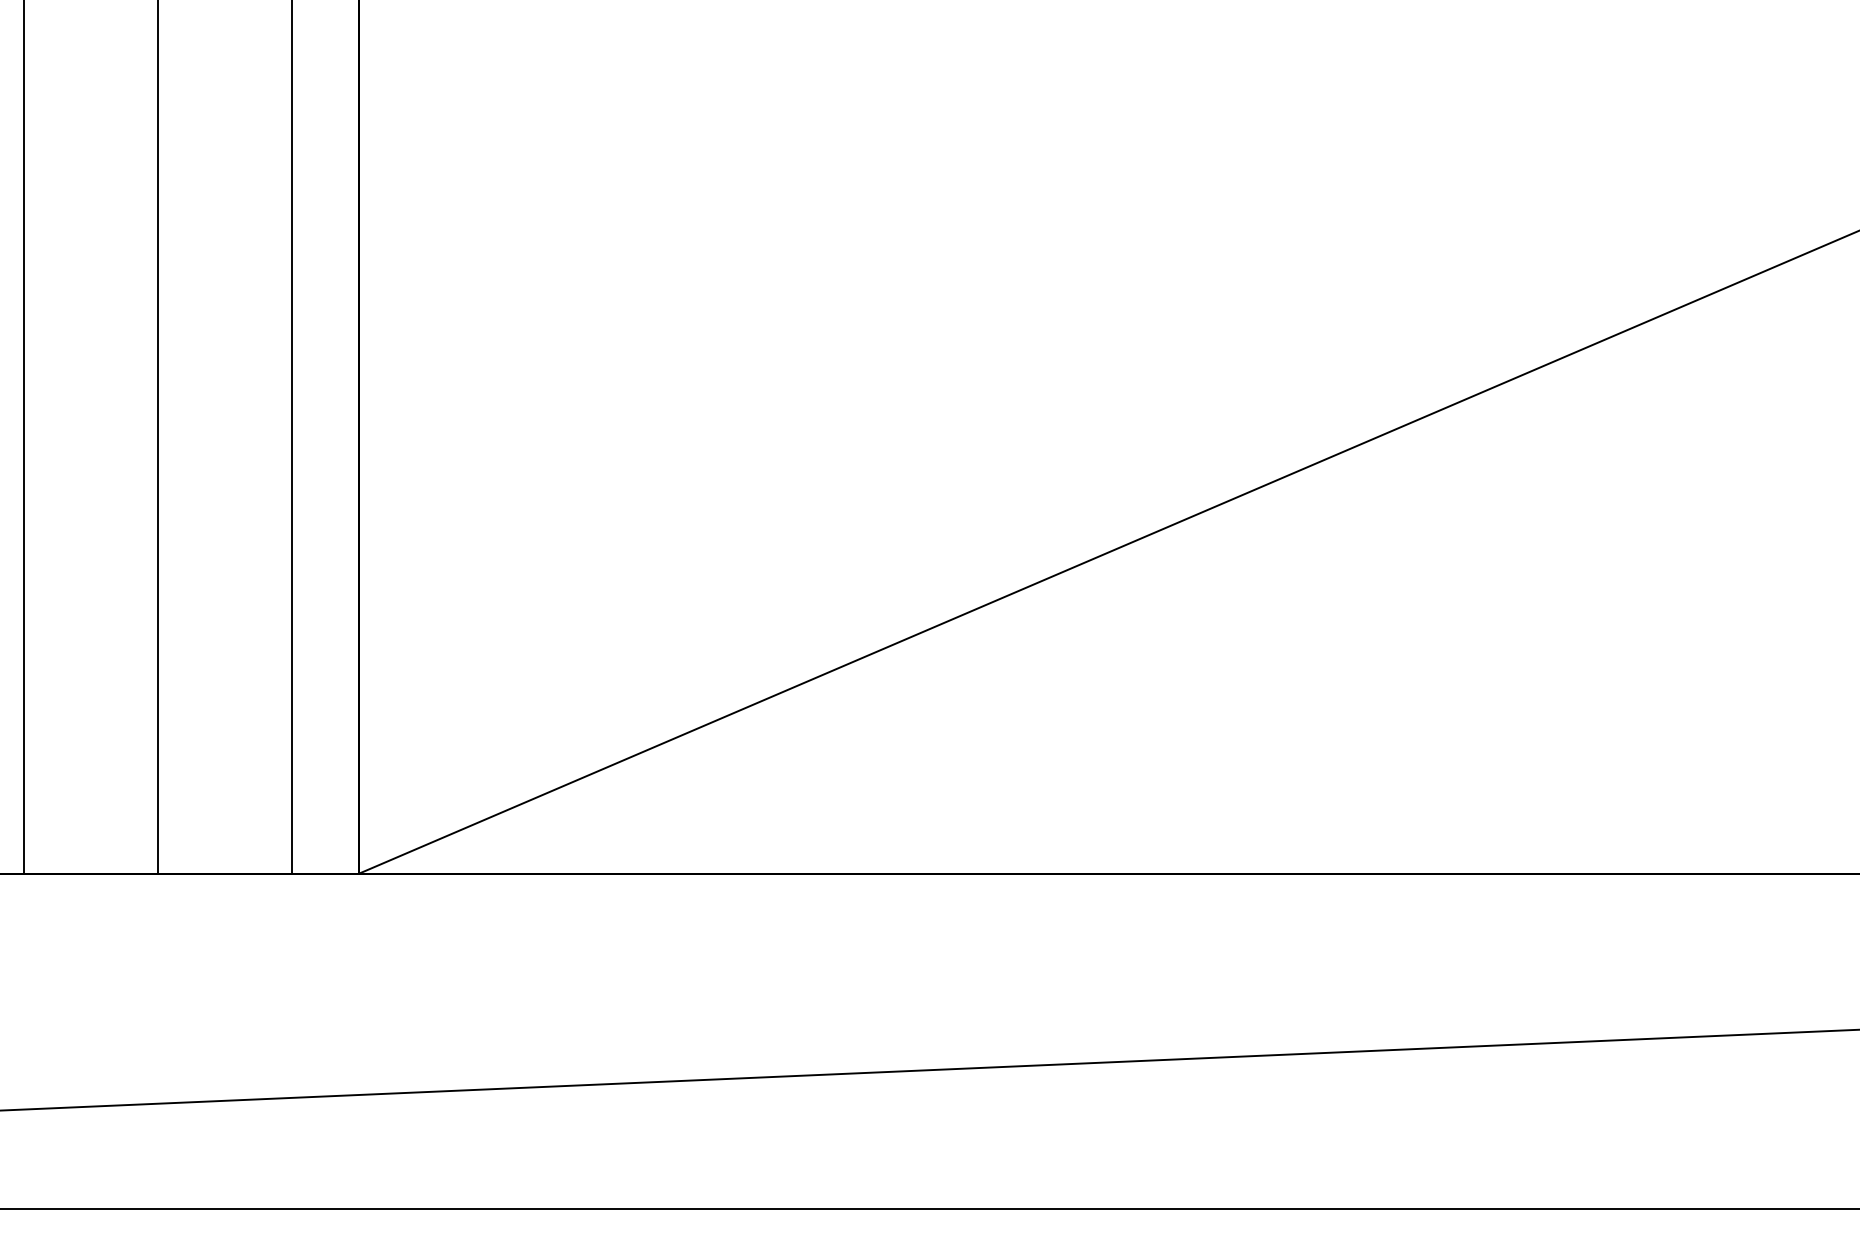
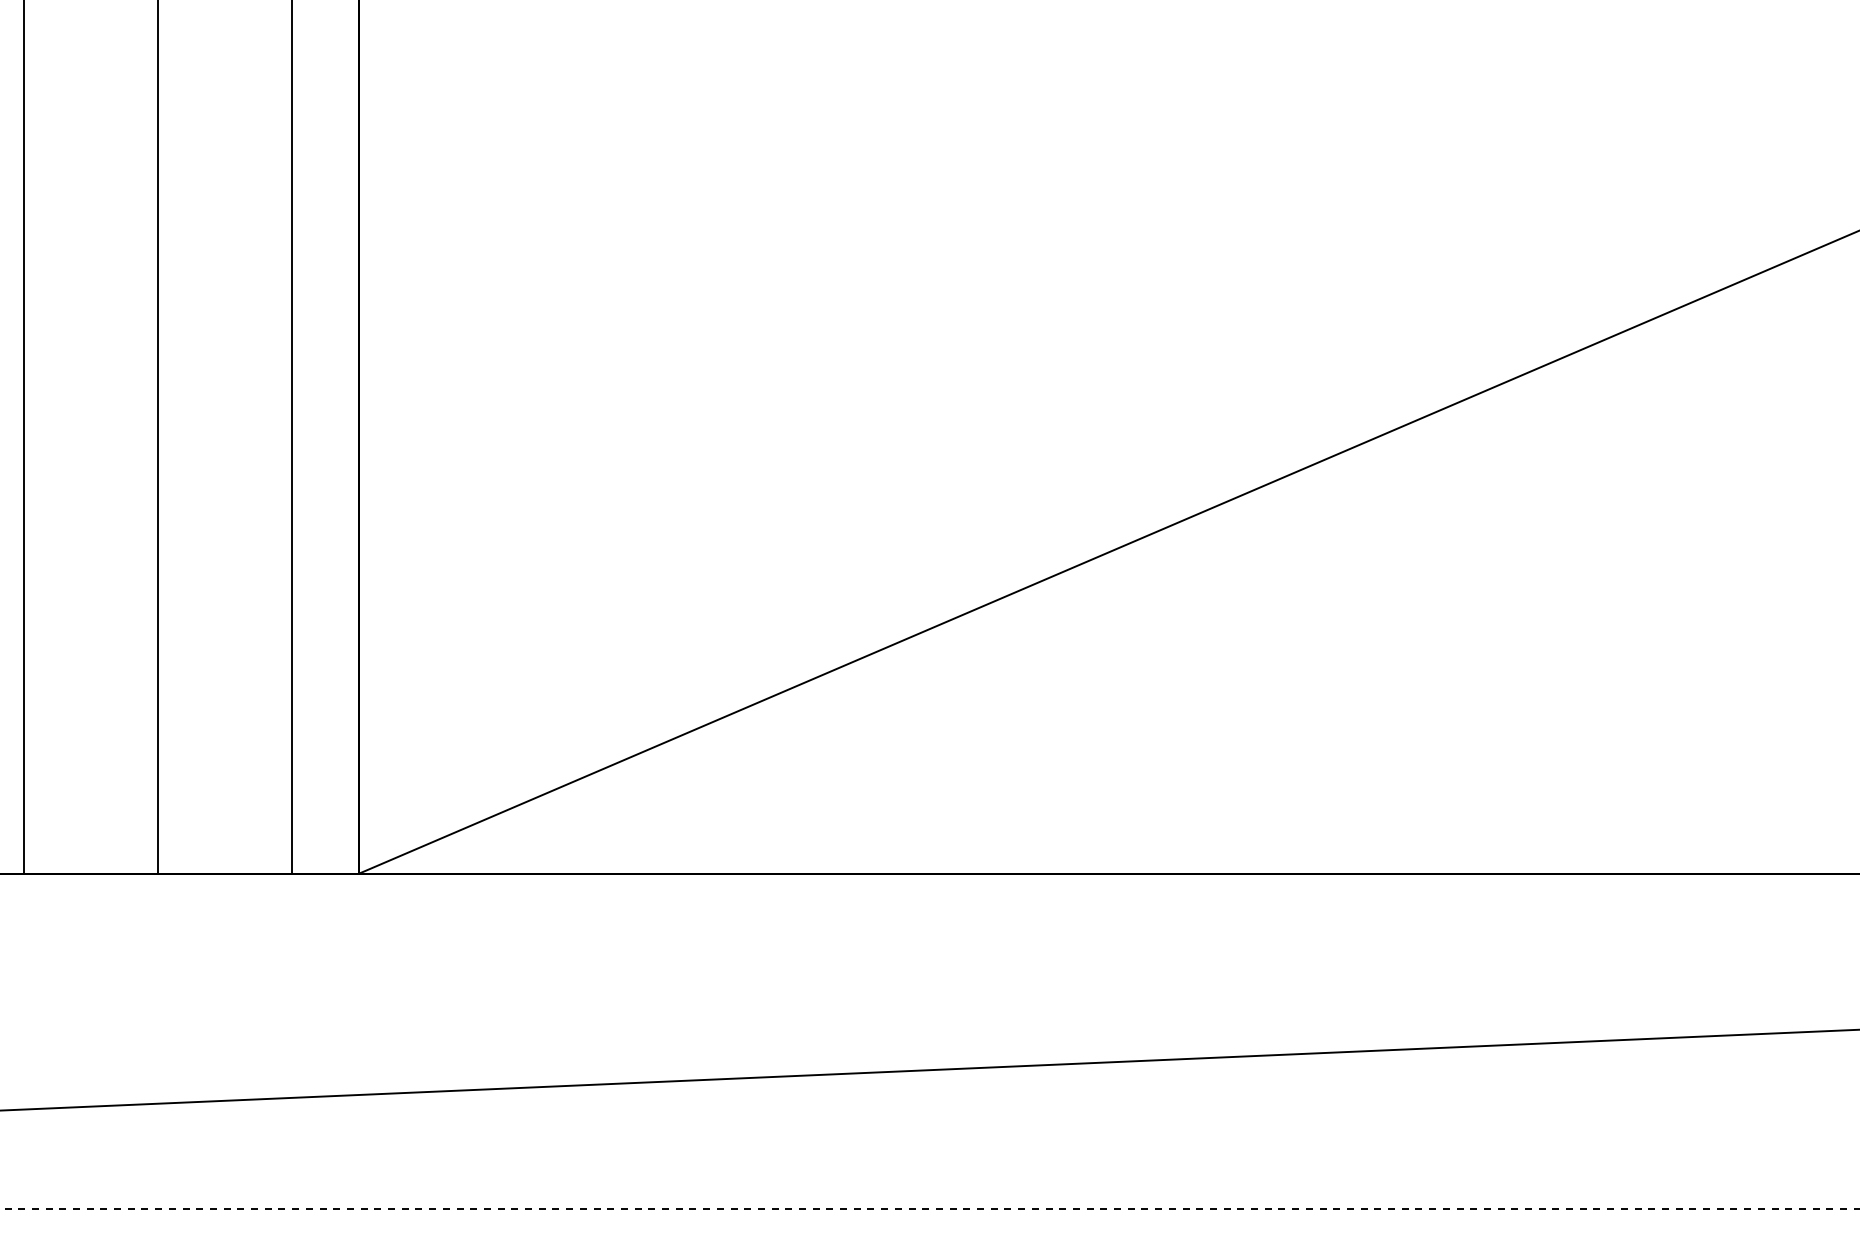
line at (929, 1208): solid -> dashed
